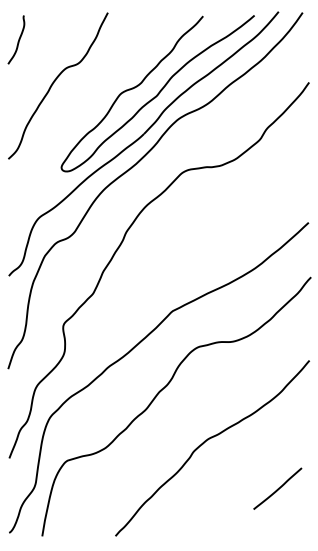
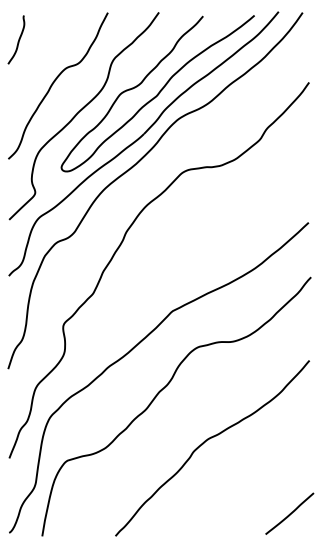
curve at (79, 112): none -> present
line at (277, 488) position: (277, 488) -> (289, 513)
